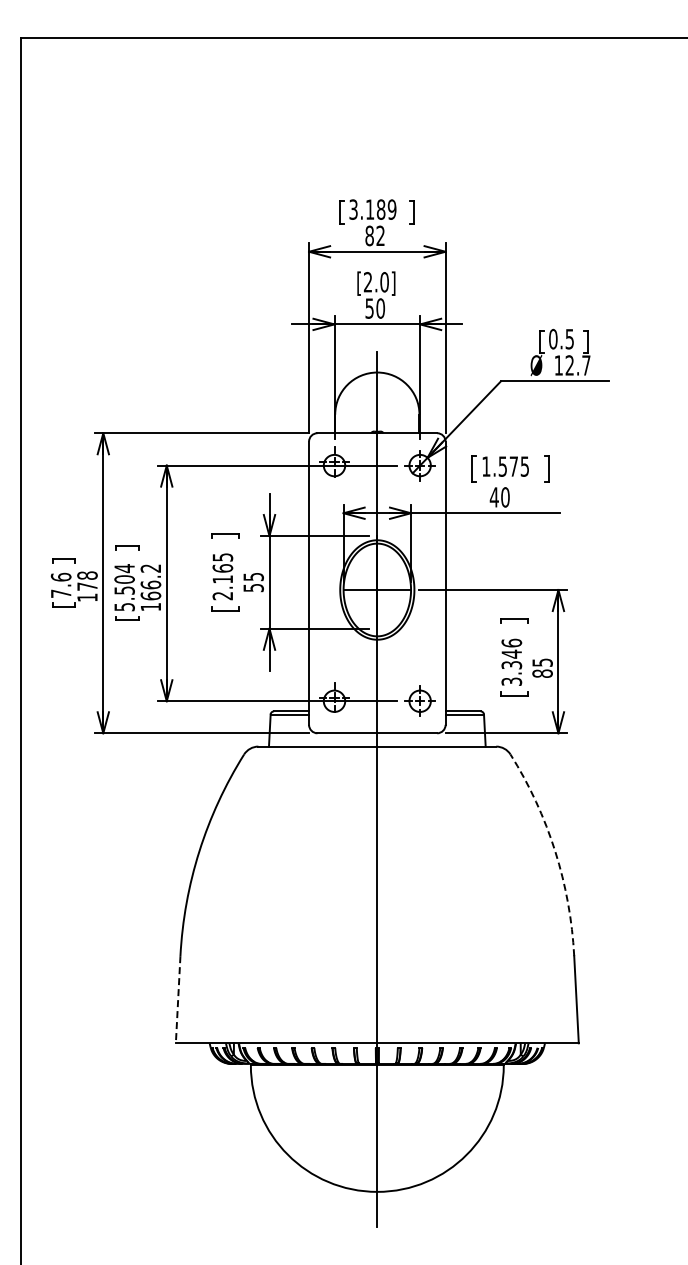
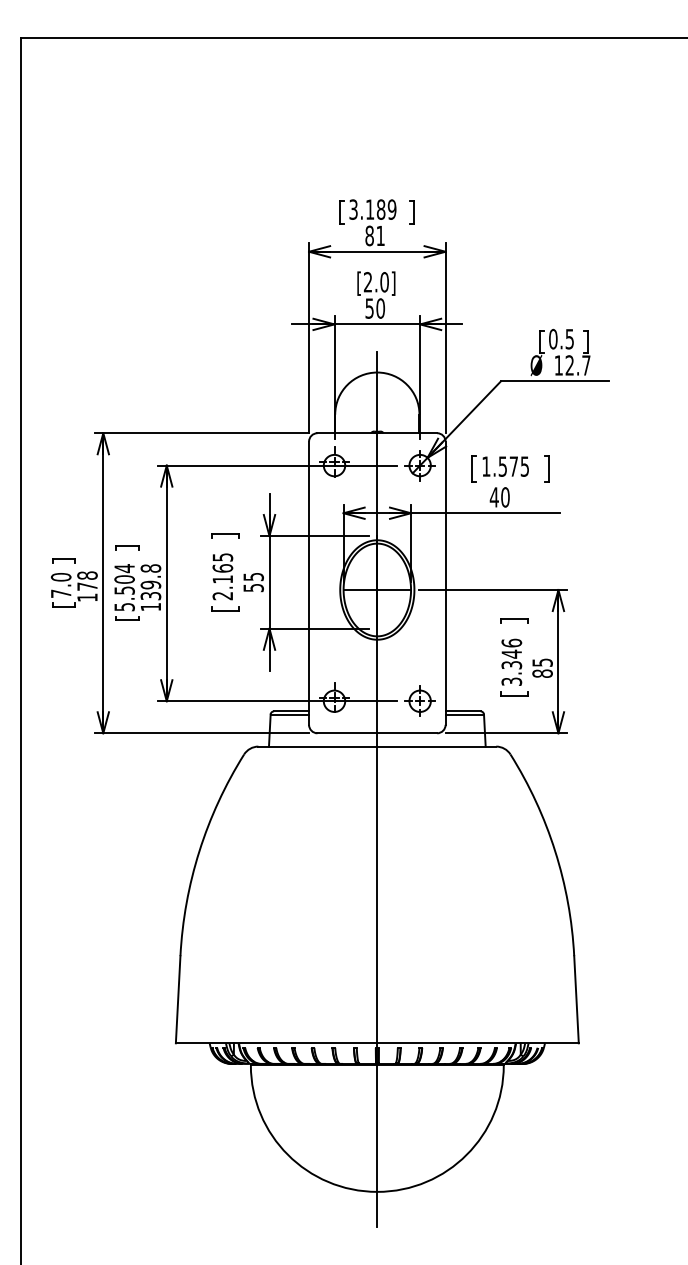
text at (380, 235): 82 -> 81
text at (60, 576): 7.6 -> 7.0
text at (150, 582): 166.2 -> 139.8
arc at (555, 851): dashed -> solid
line at (178, 999): dashed -> solid
